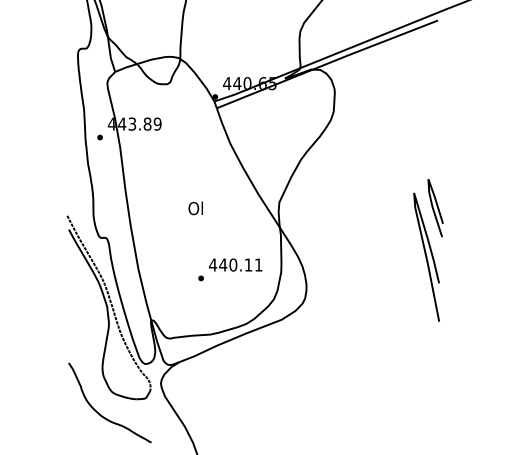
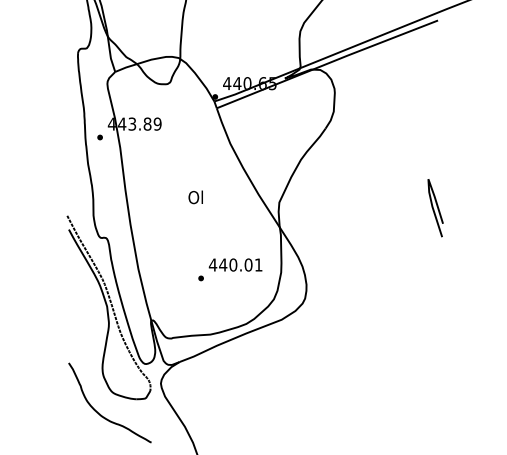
text at (195, 208) position: (195, 208) -> (195, 197)
curve at (426, 256): present -> none
text at (248, 264): 440.11 -> 440.01
